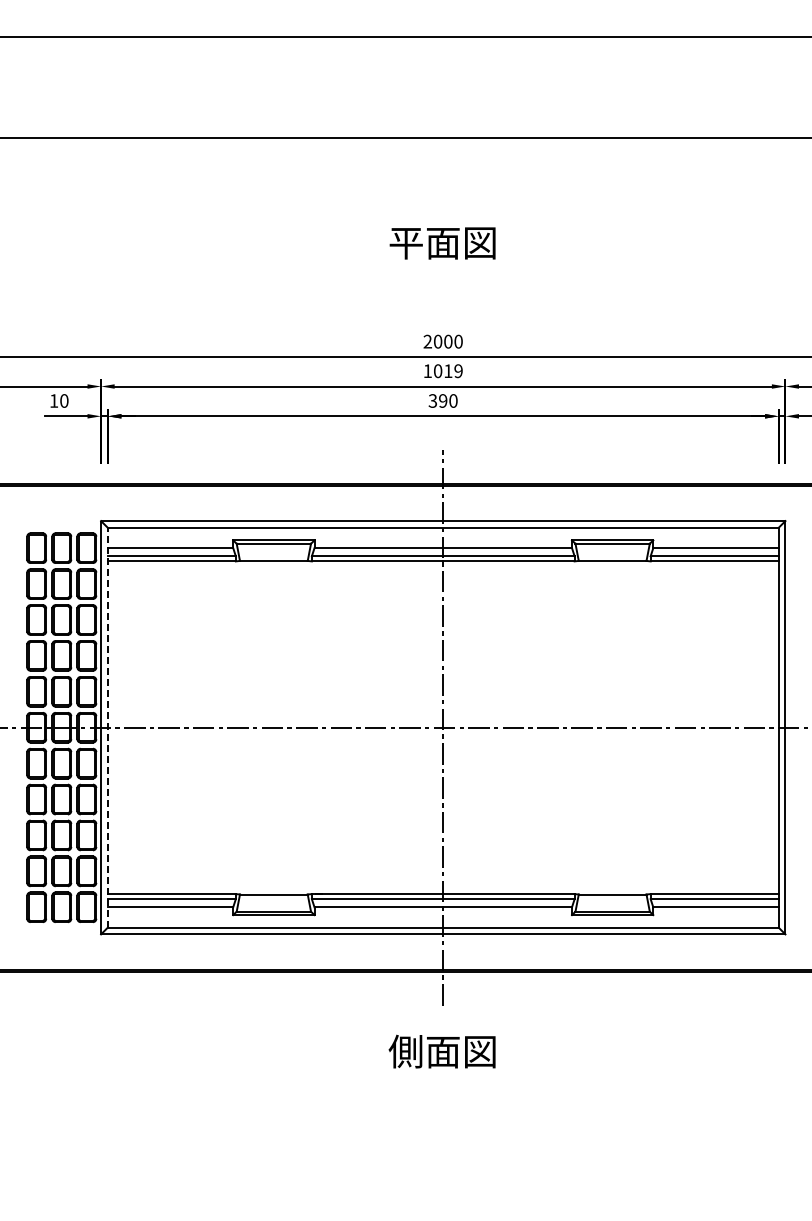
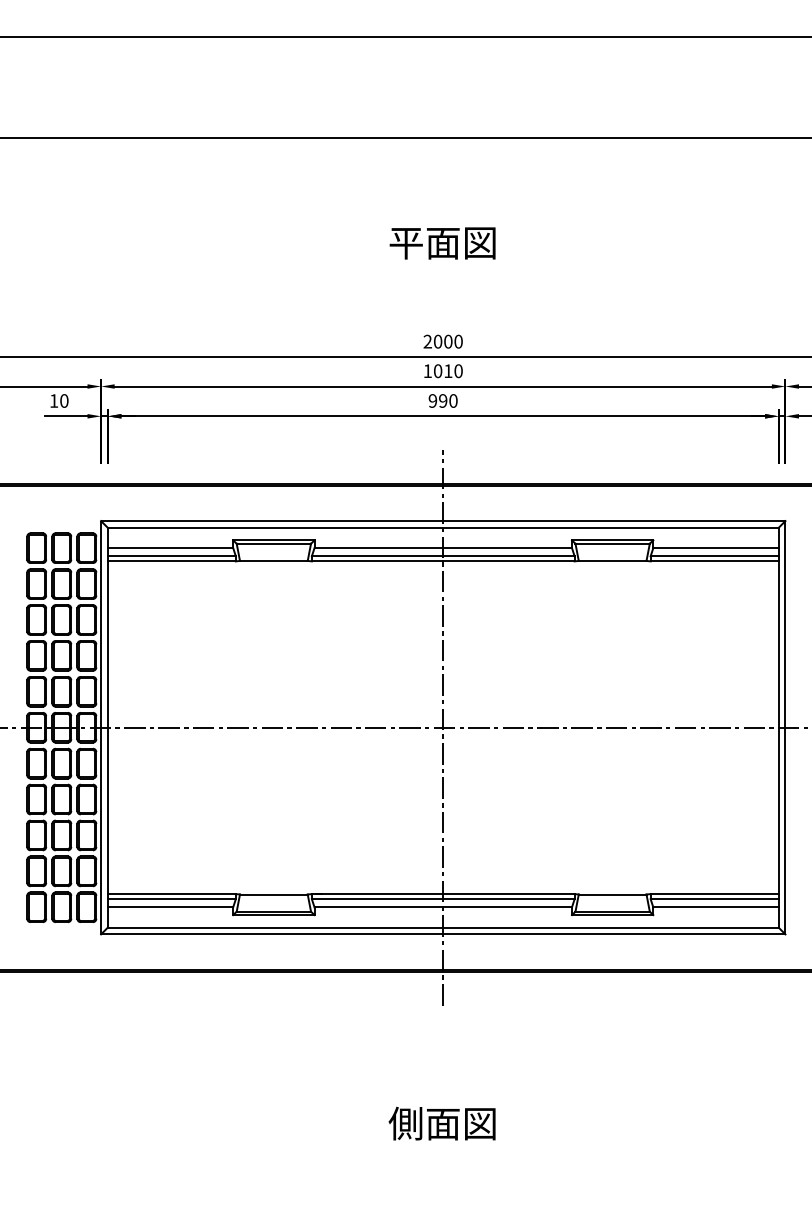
text at (458, 371): 1019 -> 1010
text at (432, 400): 390 -> 990
line at (107, 727): dashed -> solid
text at (441, 1051) position: (441, 1051) -> (441, 1123)
